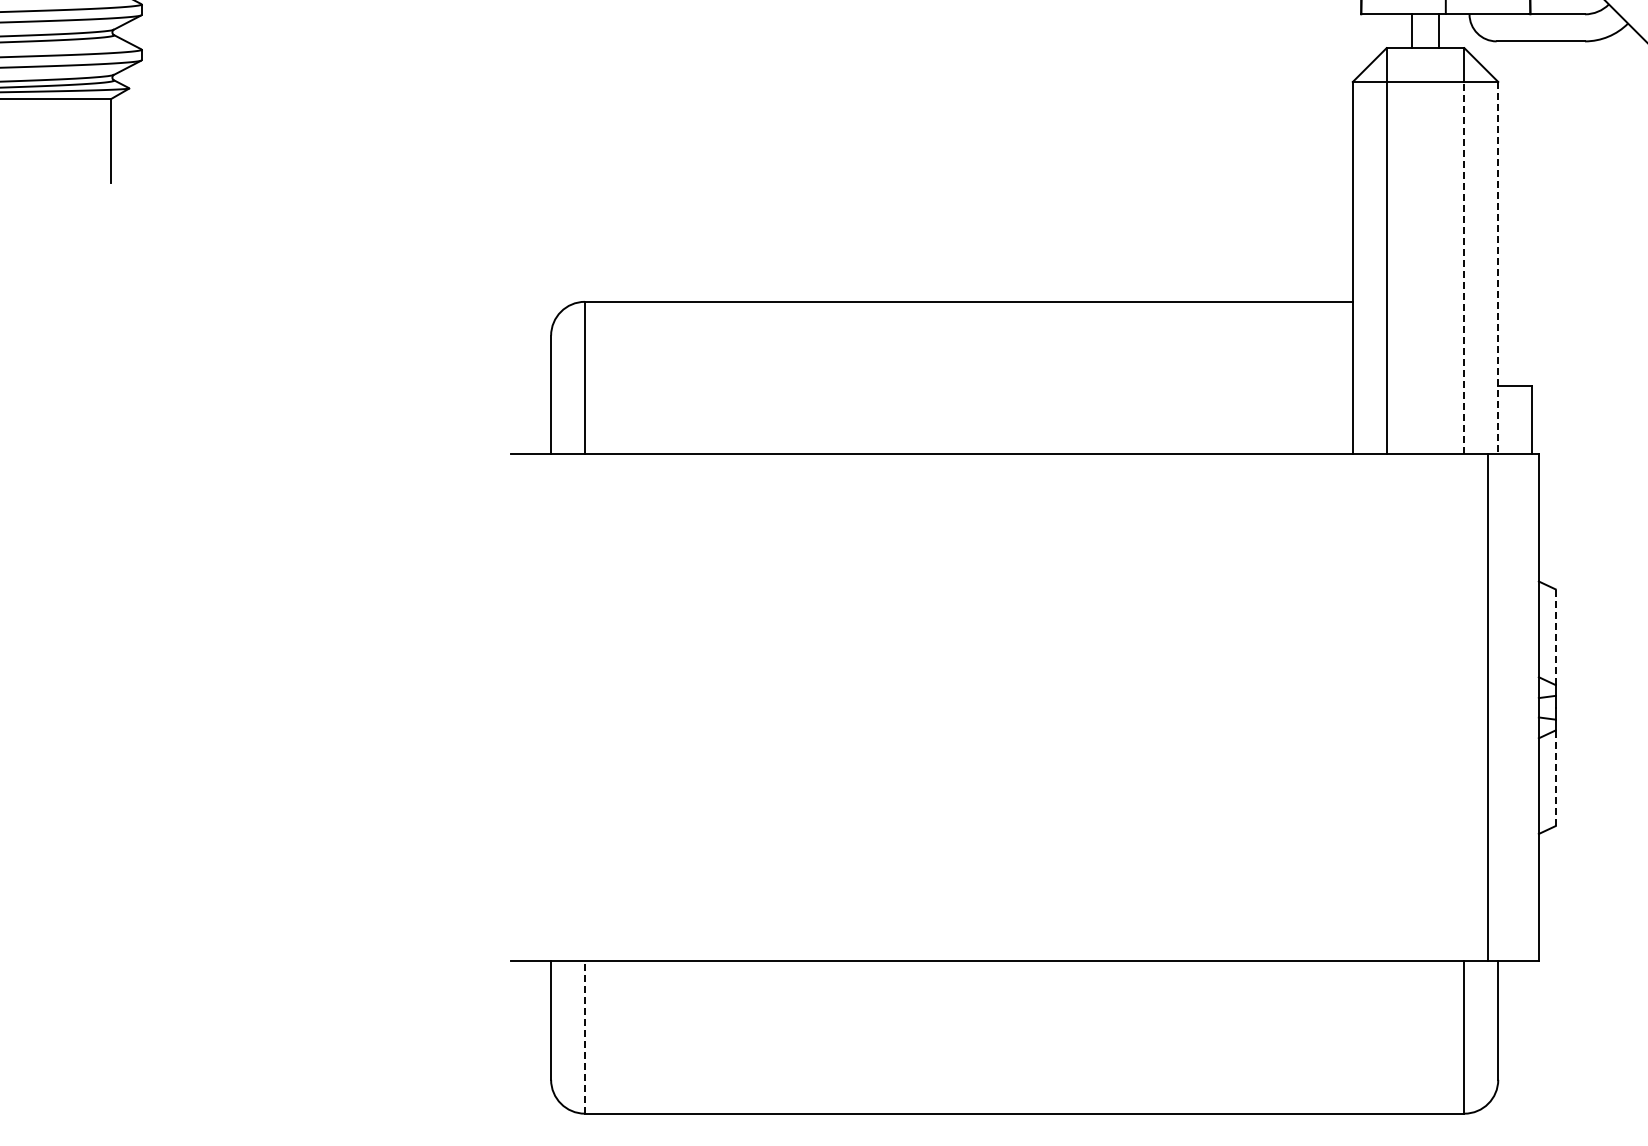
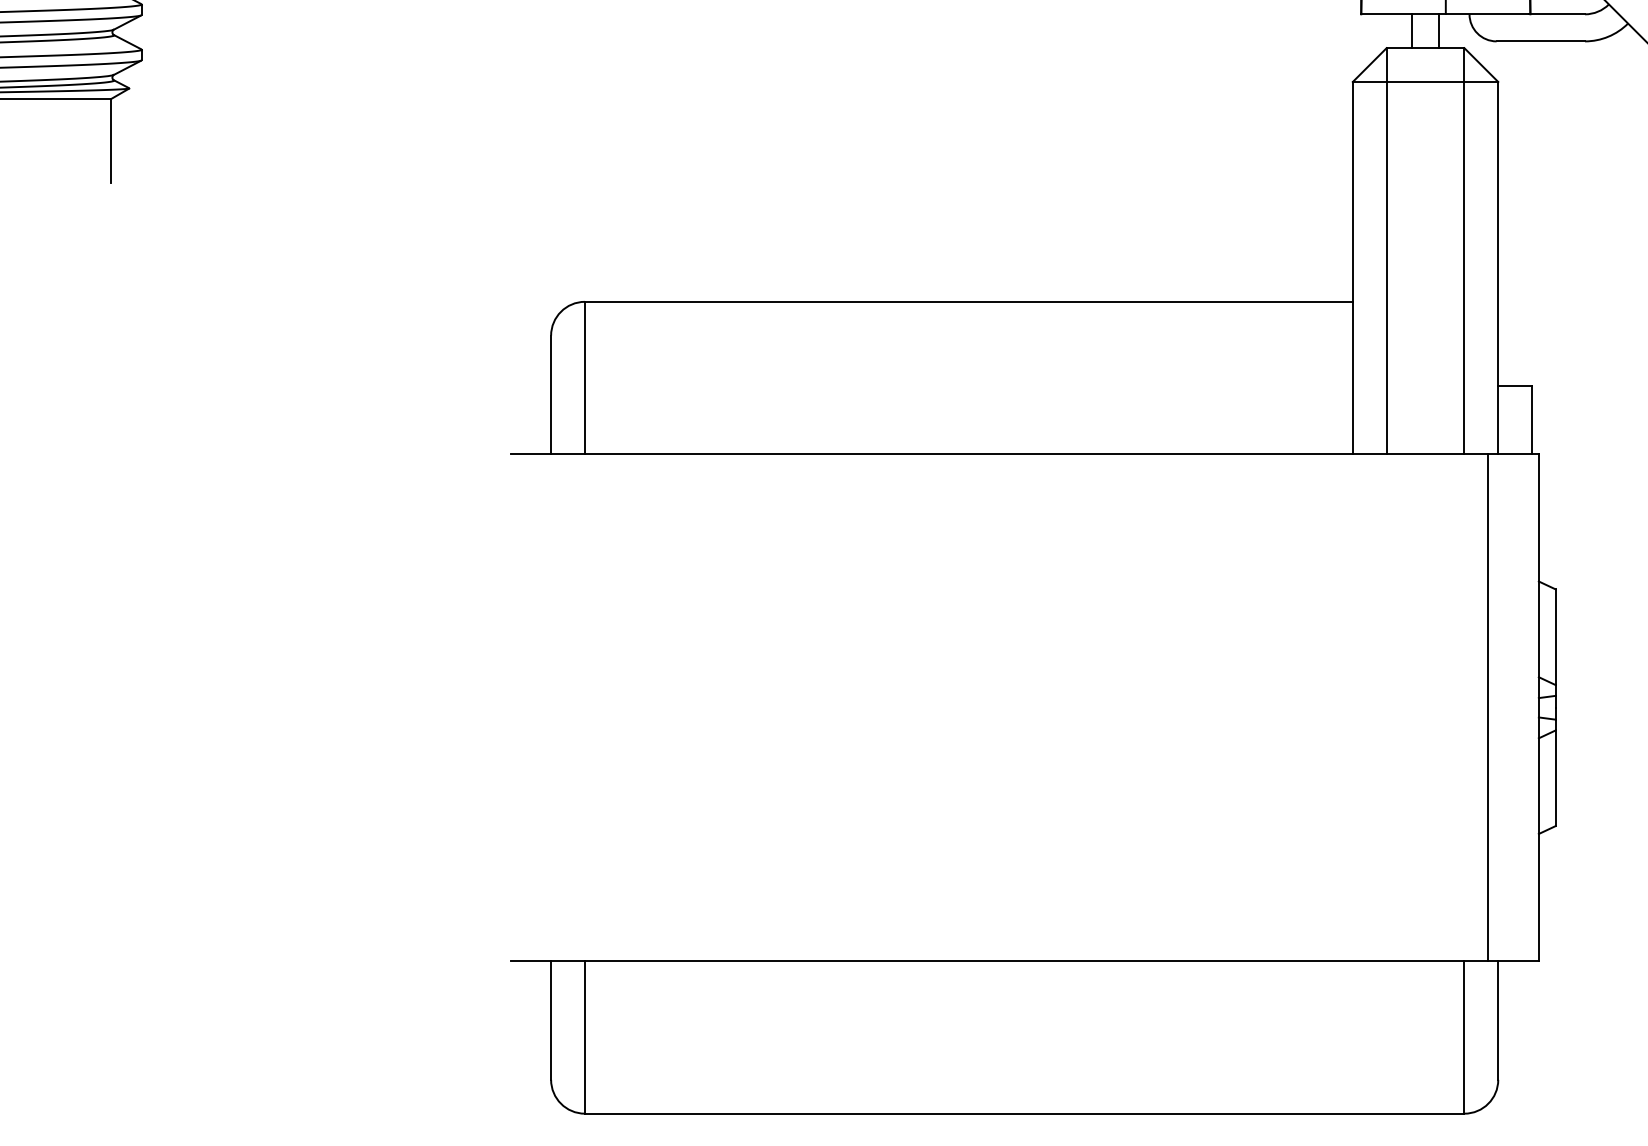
line at (1464, 267): dashed -> solid
line at (1498, 268): dashed -> solid
line at (1555, 637): dashed -> solid
line at (1555, 778): dashed -> solid
line at (584, 1037): dashed -> solid
